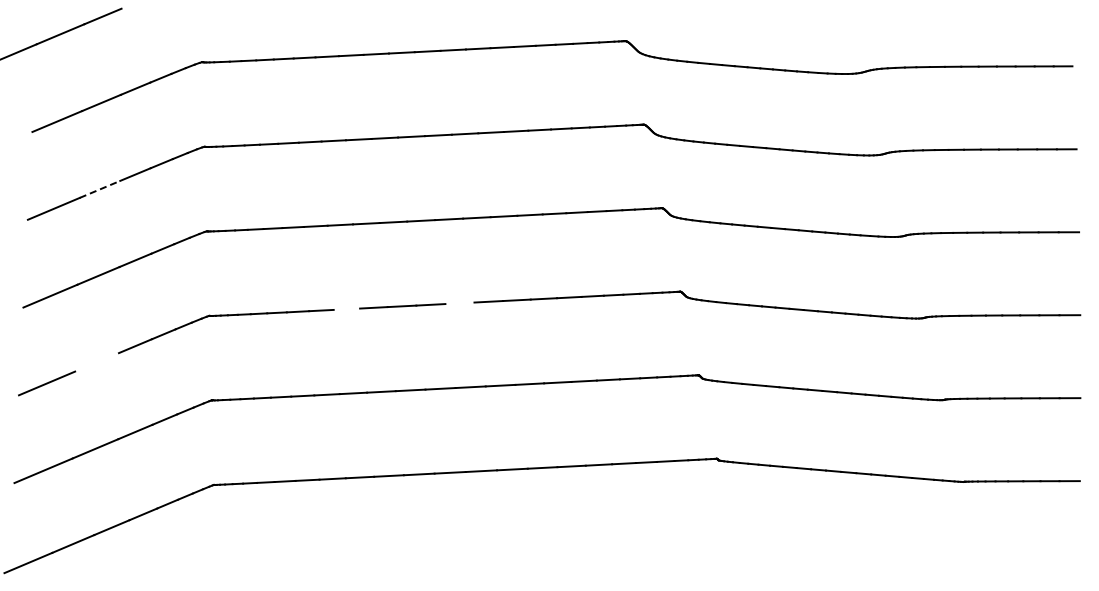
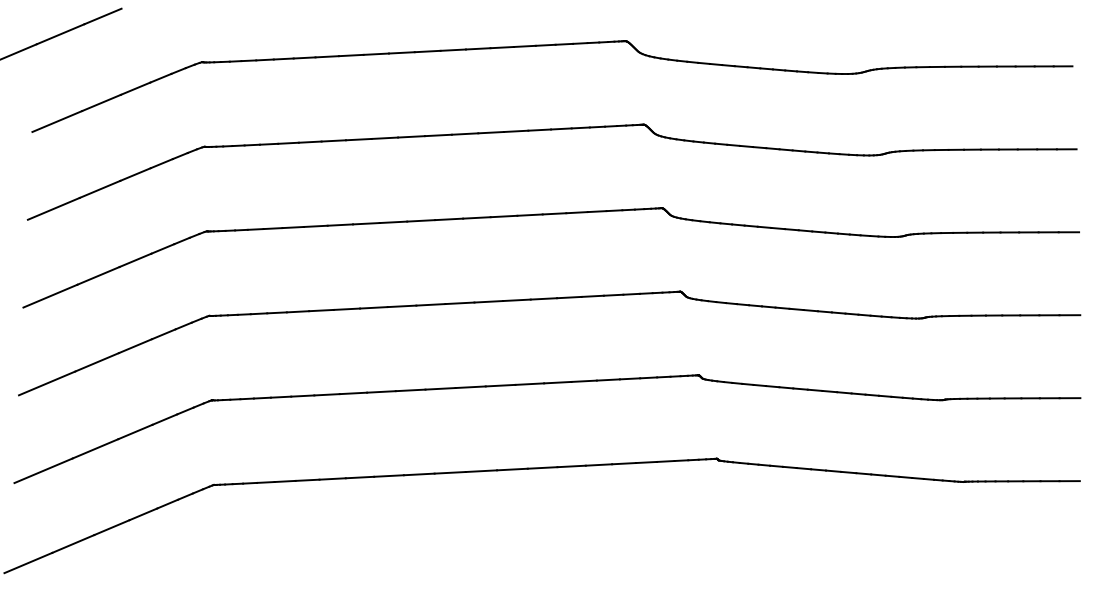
line at (100, 189): dashed -> solid
line at (459, 303): none -> present
line at (346, 308): none -> present
line at (96, 362): none -> present
